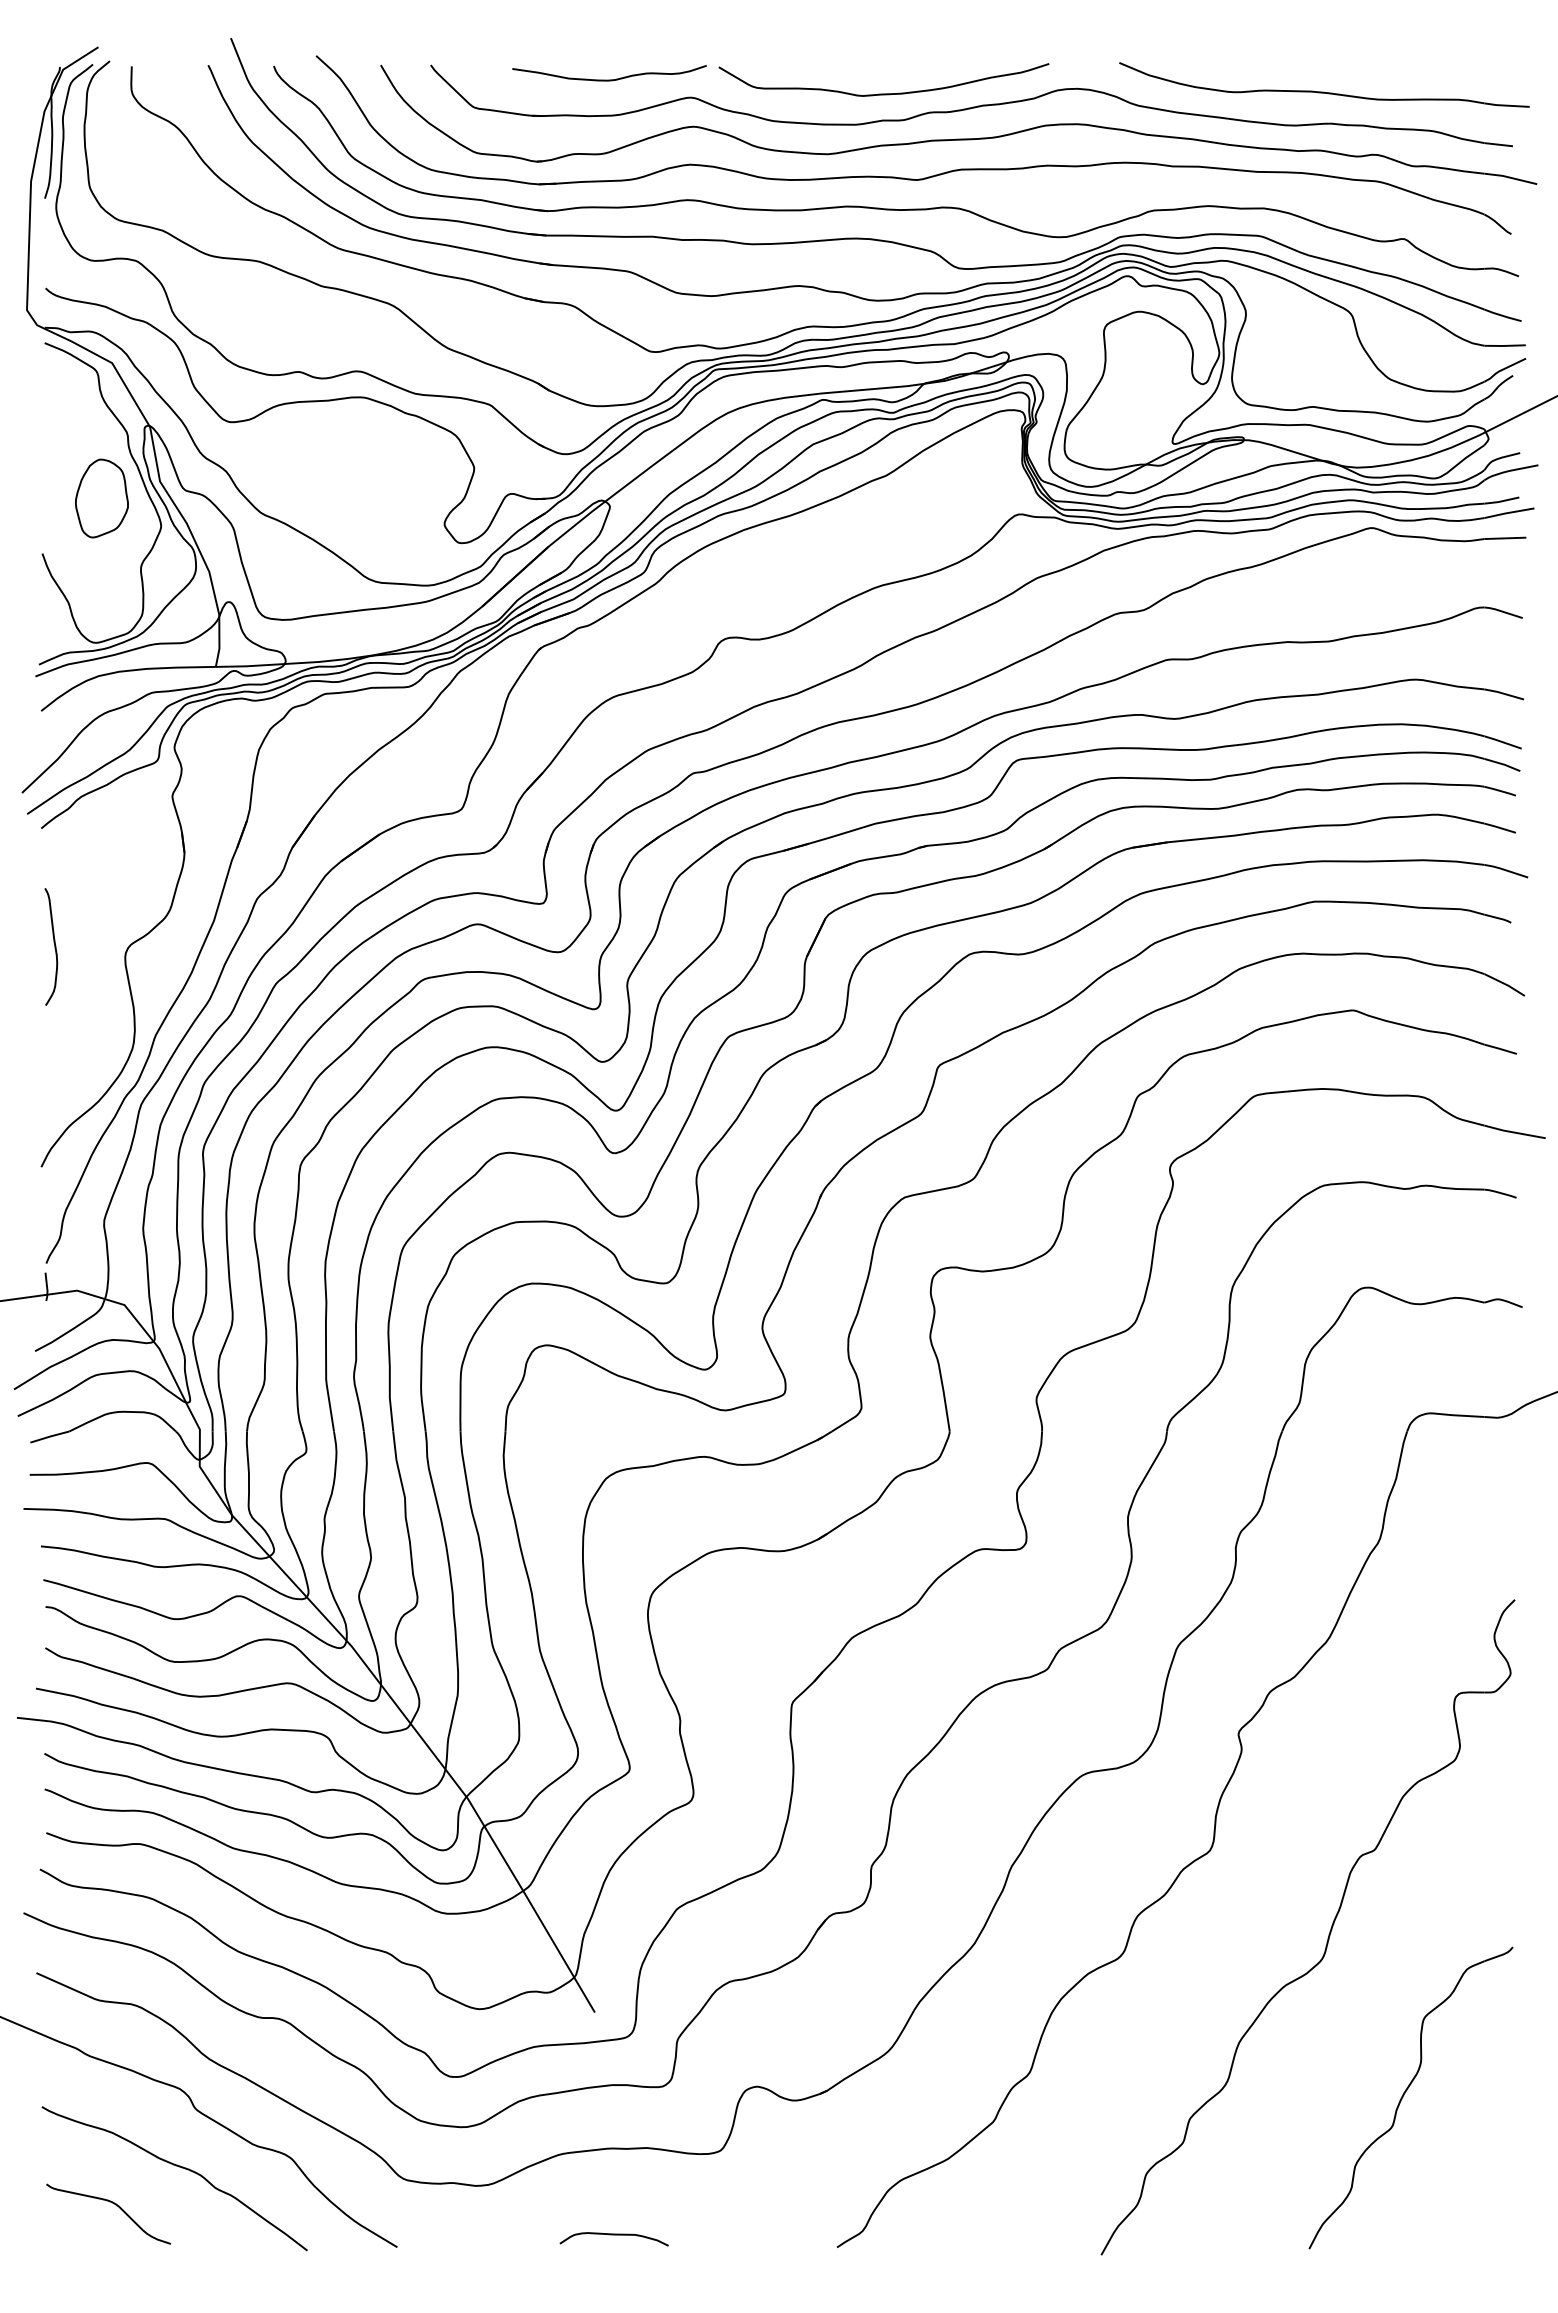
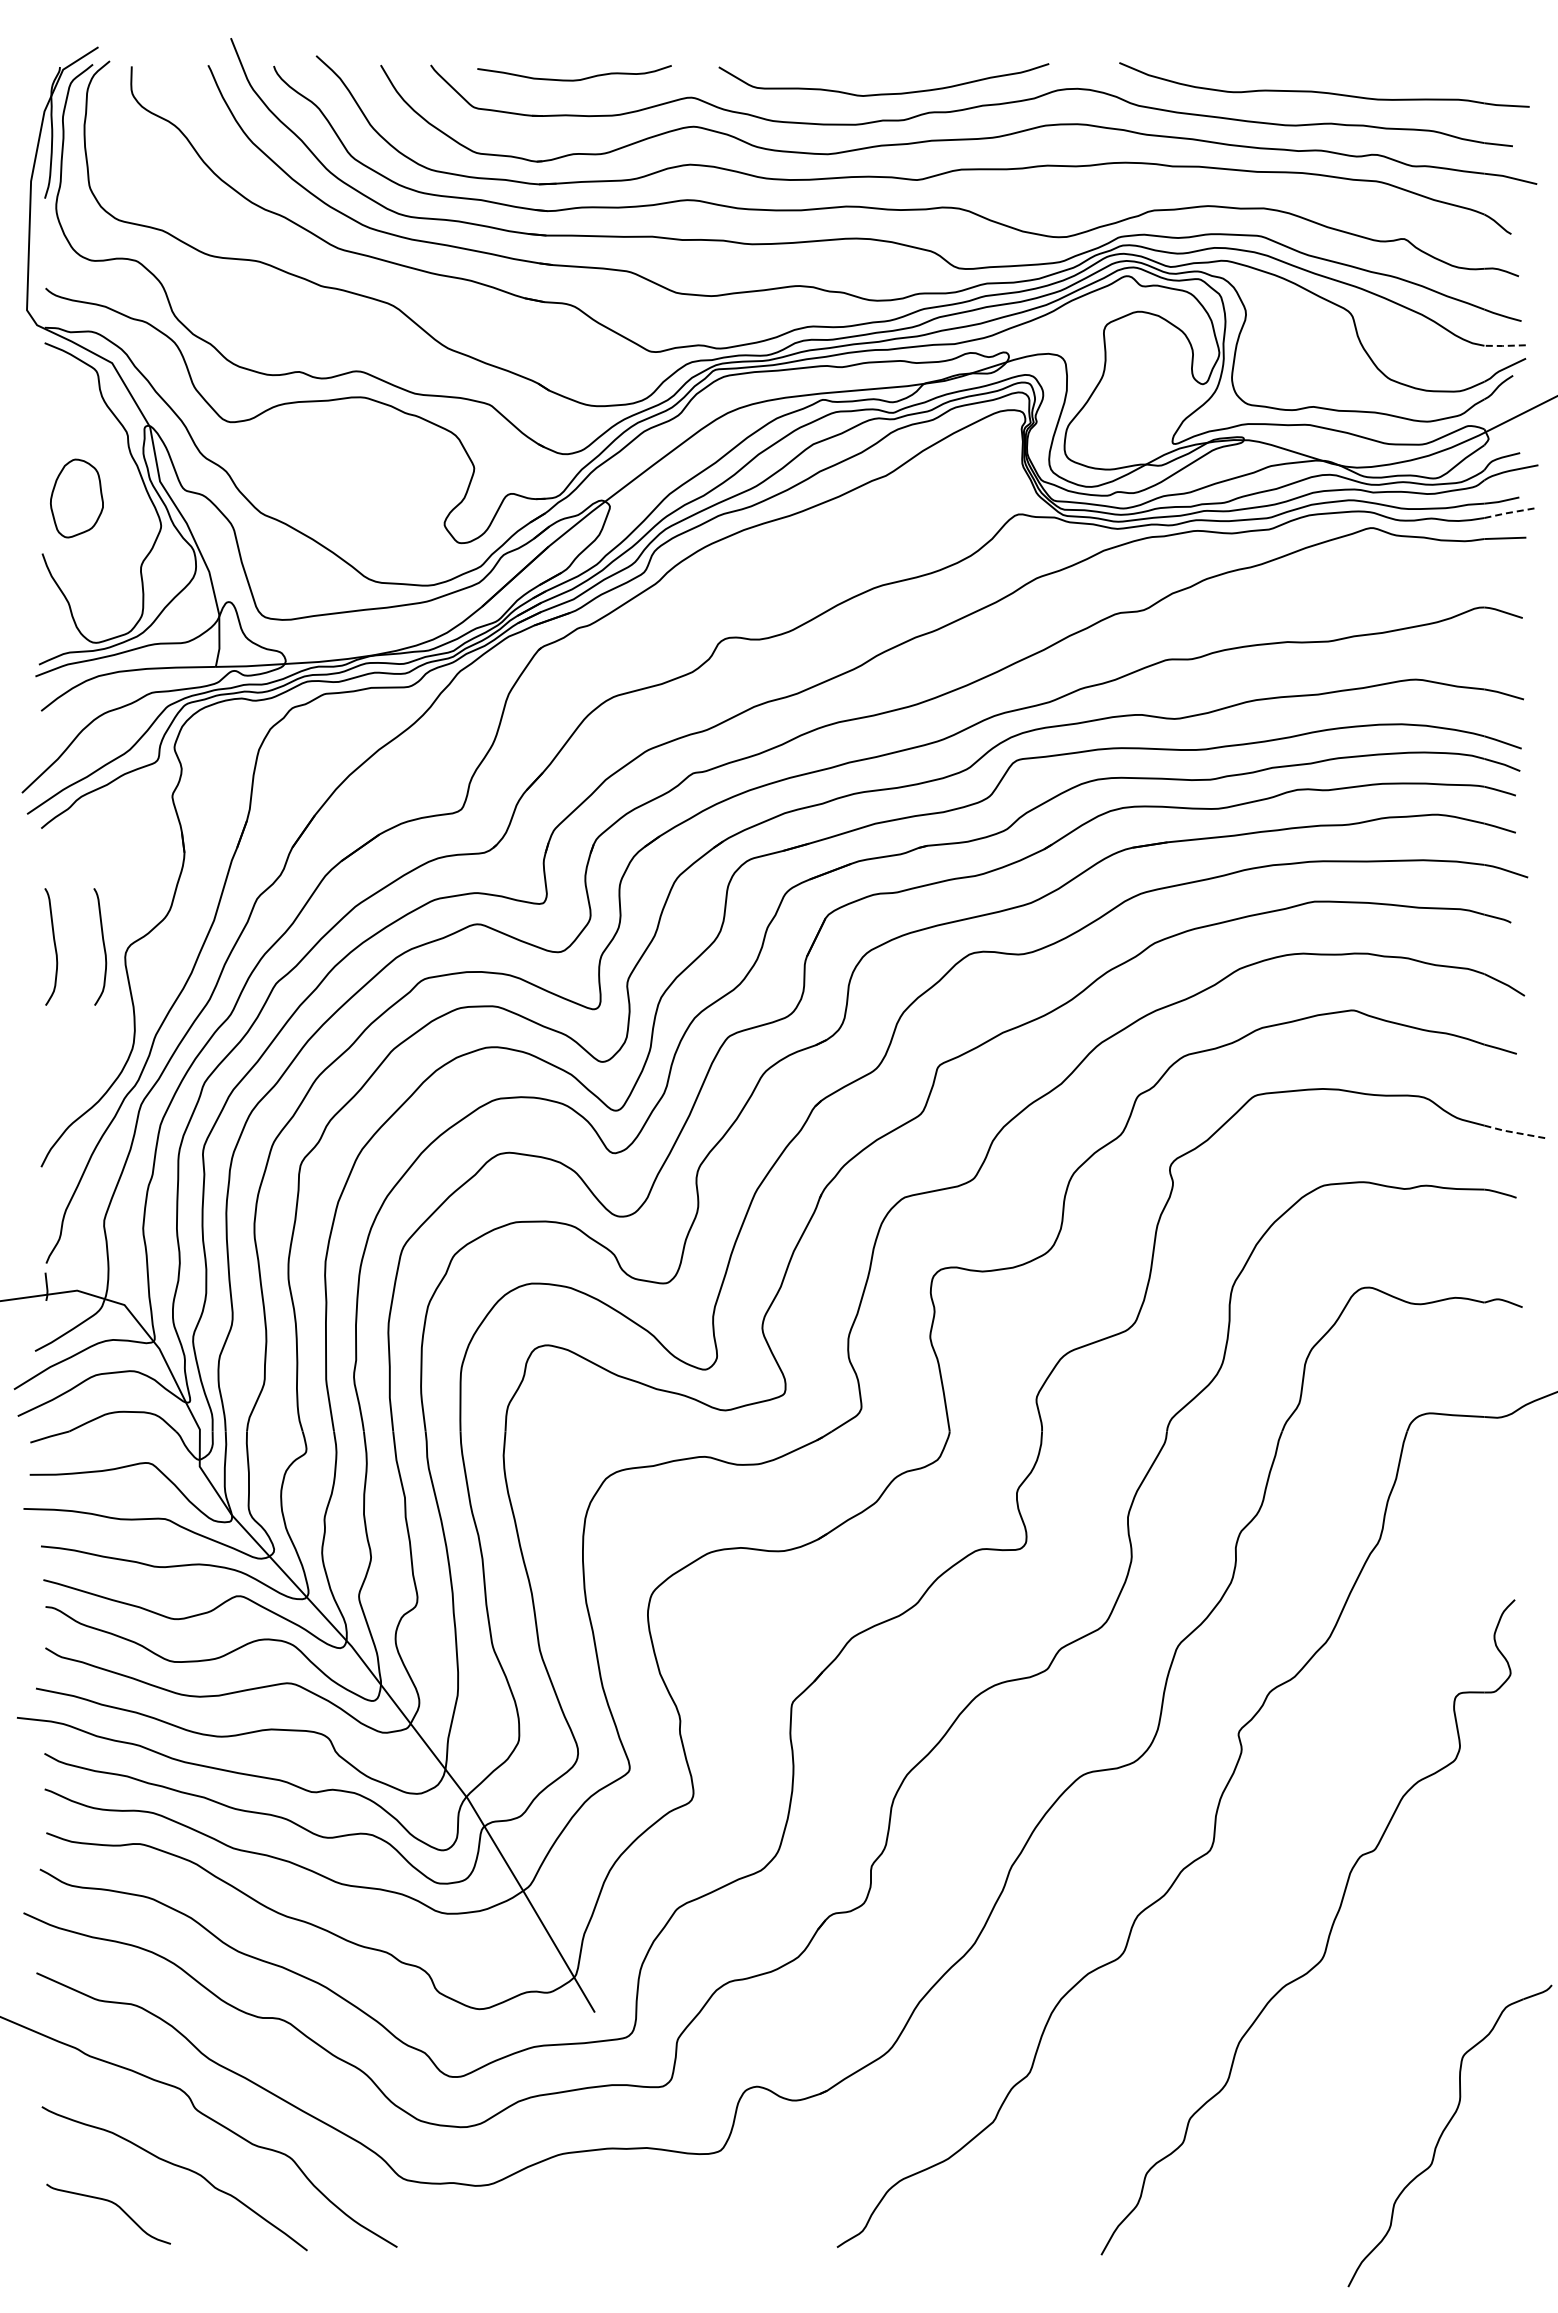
curve at (609, 79) position: (609, 79) -> (574, 79)
line at (1504, 345): solid -> dashed
part at (101, 498) position: (101, 498) -> (76, 498)
line at (1509, 512): solid -> dashed
curve at (103, 946): none -> present
line at (1514, 1132): solid -> dashed
part at (1404, 2095) position: (1404, 2095) -> (1443, 2133)
curve at (613, 2235): present -> none
